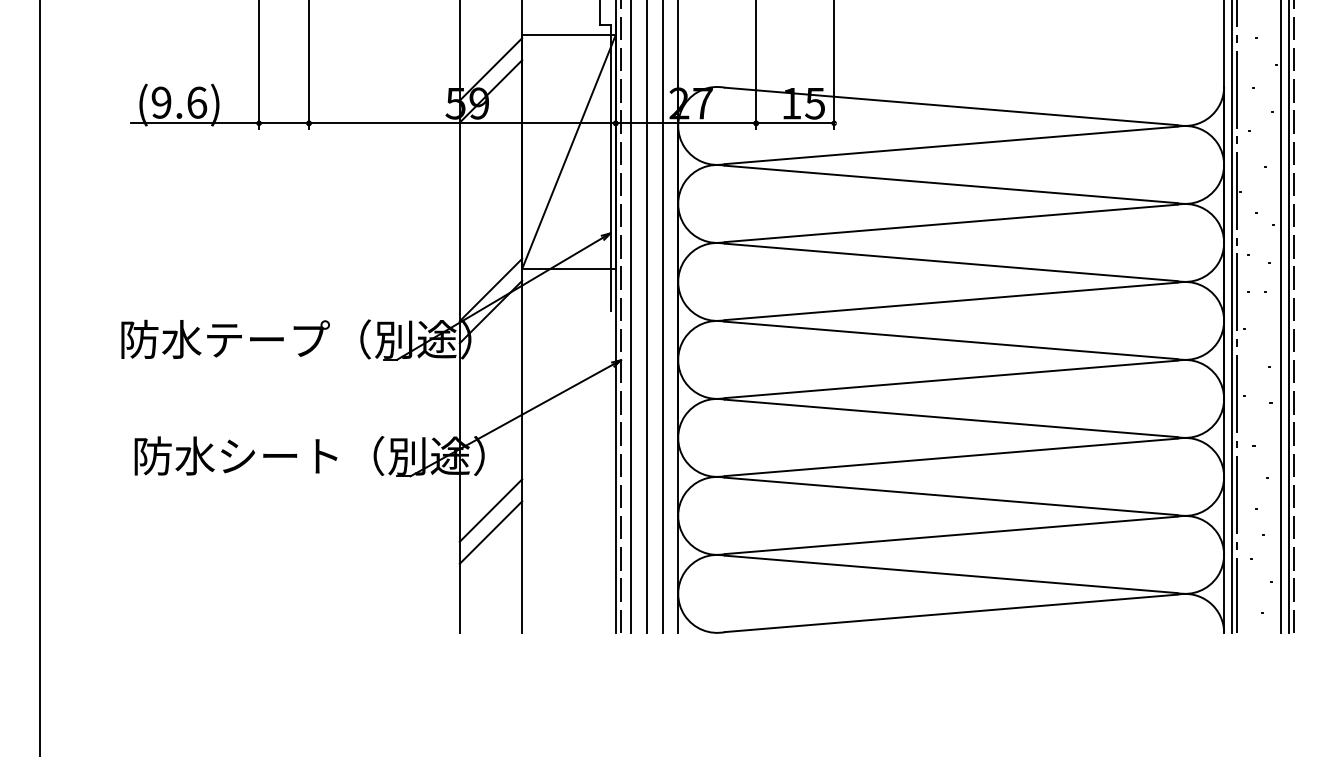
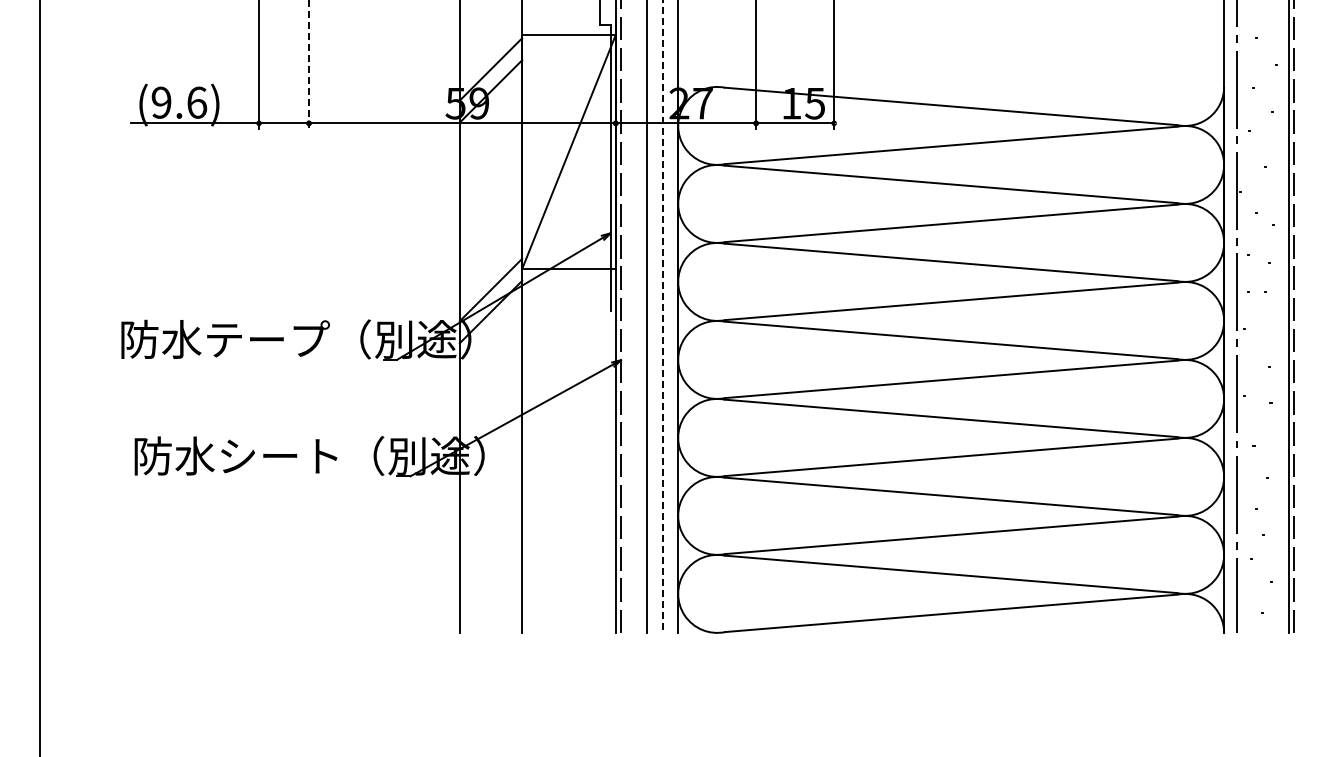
line at (309, 64): solid -> dashed
line at (662, 316): solid -> dashed
line at (631, 317): present -> none
line at (1231, 317): present -> none
line at (1281, 317): present -> none
line at (490, 510): present -> none
line at (490, 532): present -> none
